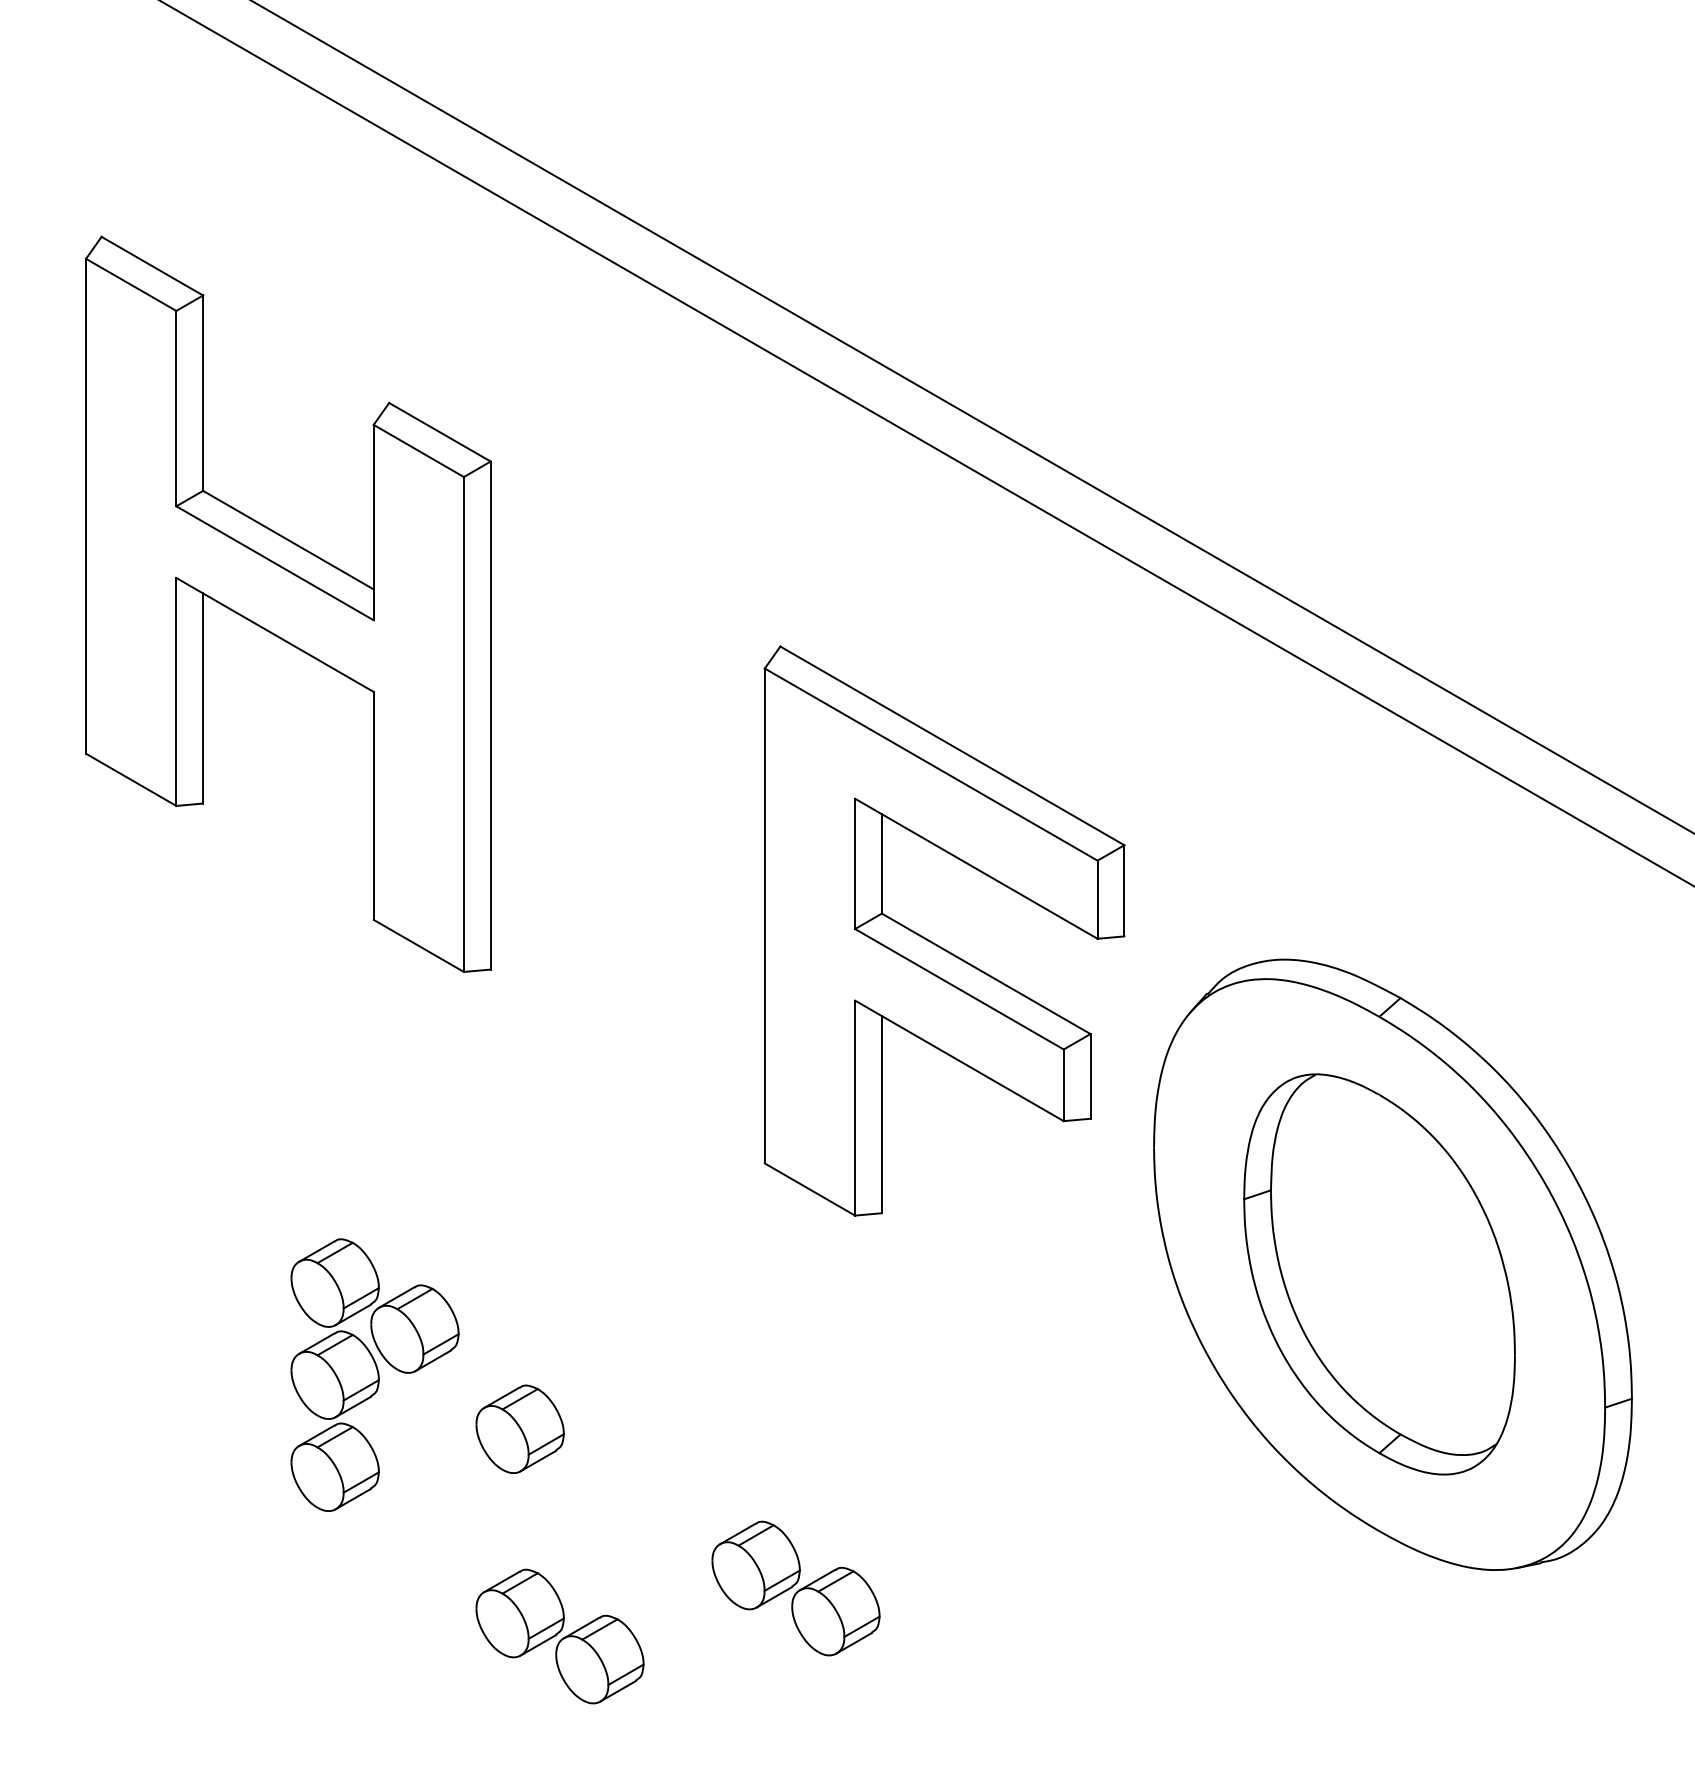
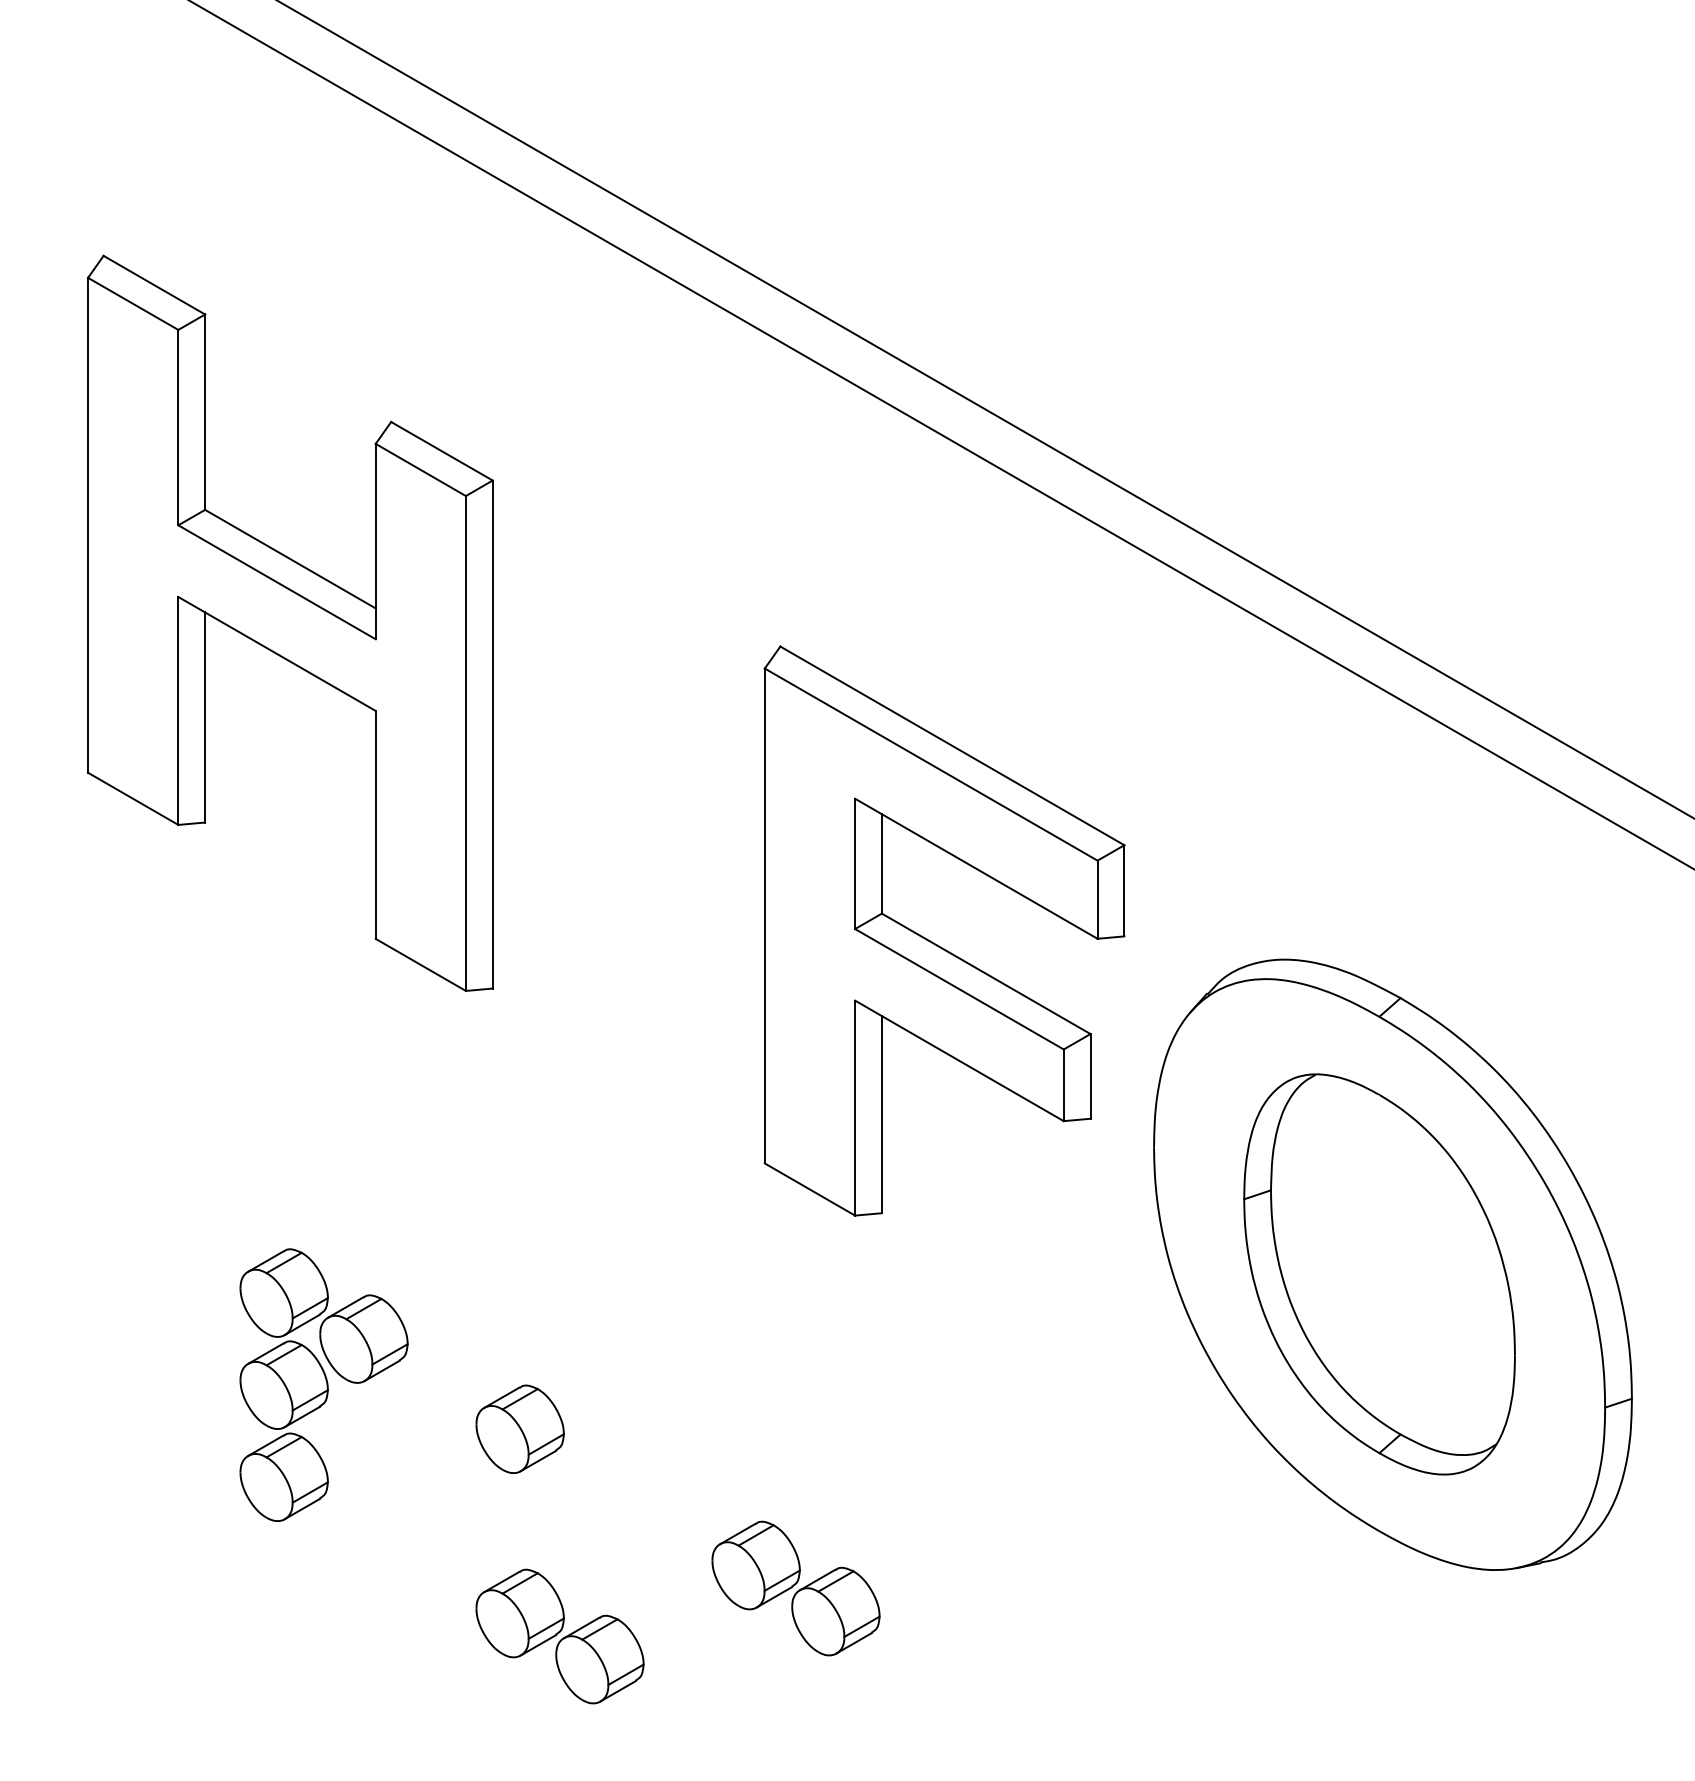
line at (972, 416) position: (972, 416) -> (985, 409)
line at (926, 443) position: (926, 443) -> (941, 434)
part at (288, 603) position: (288, 603) -> (290, 622)
part at (374, 1374) position: (374, 1374) -> (323, 1384)
